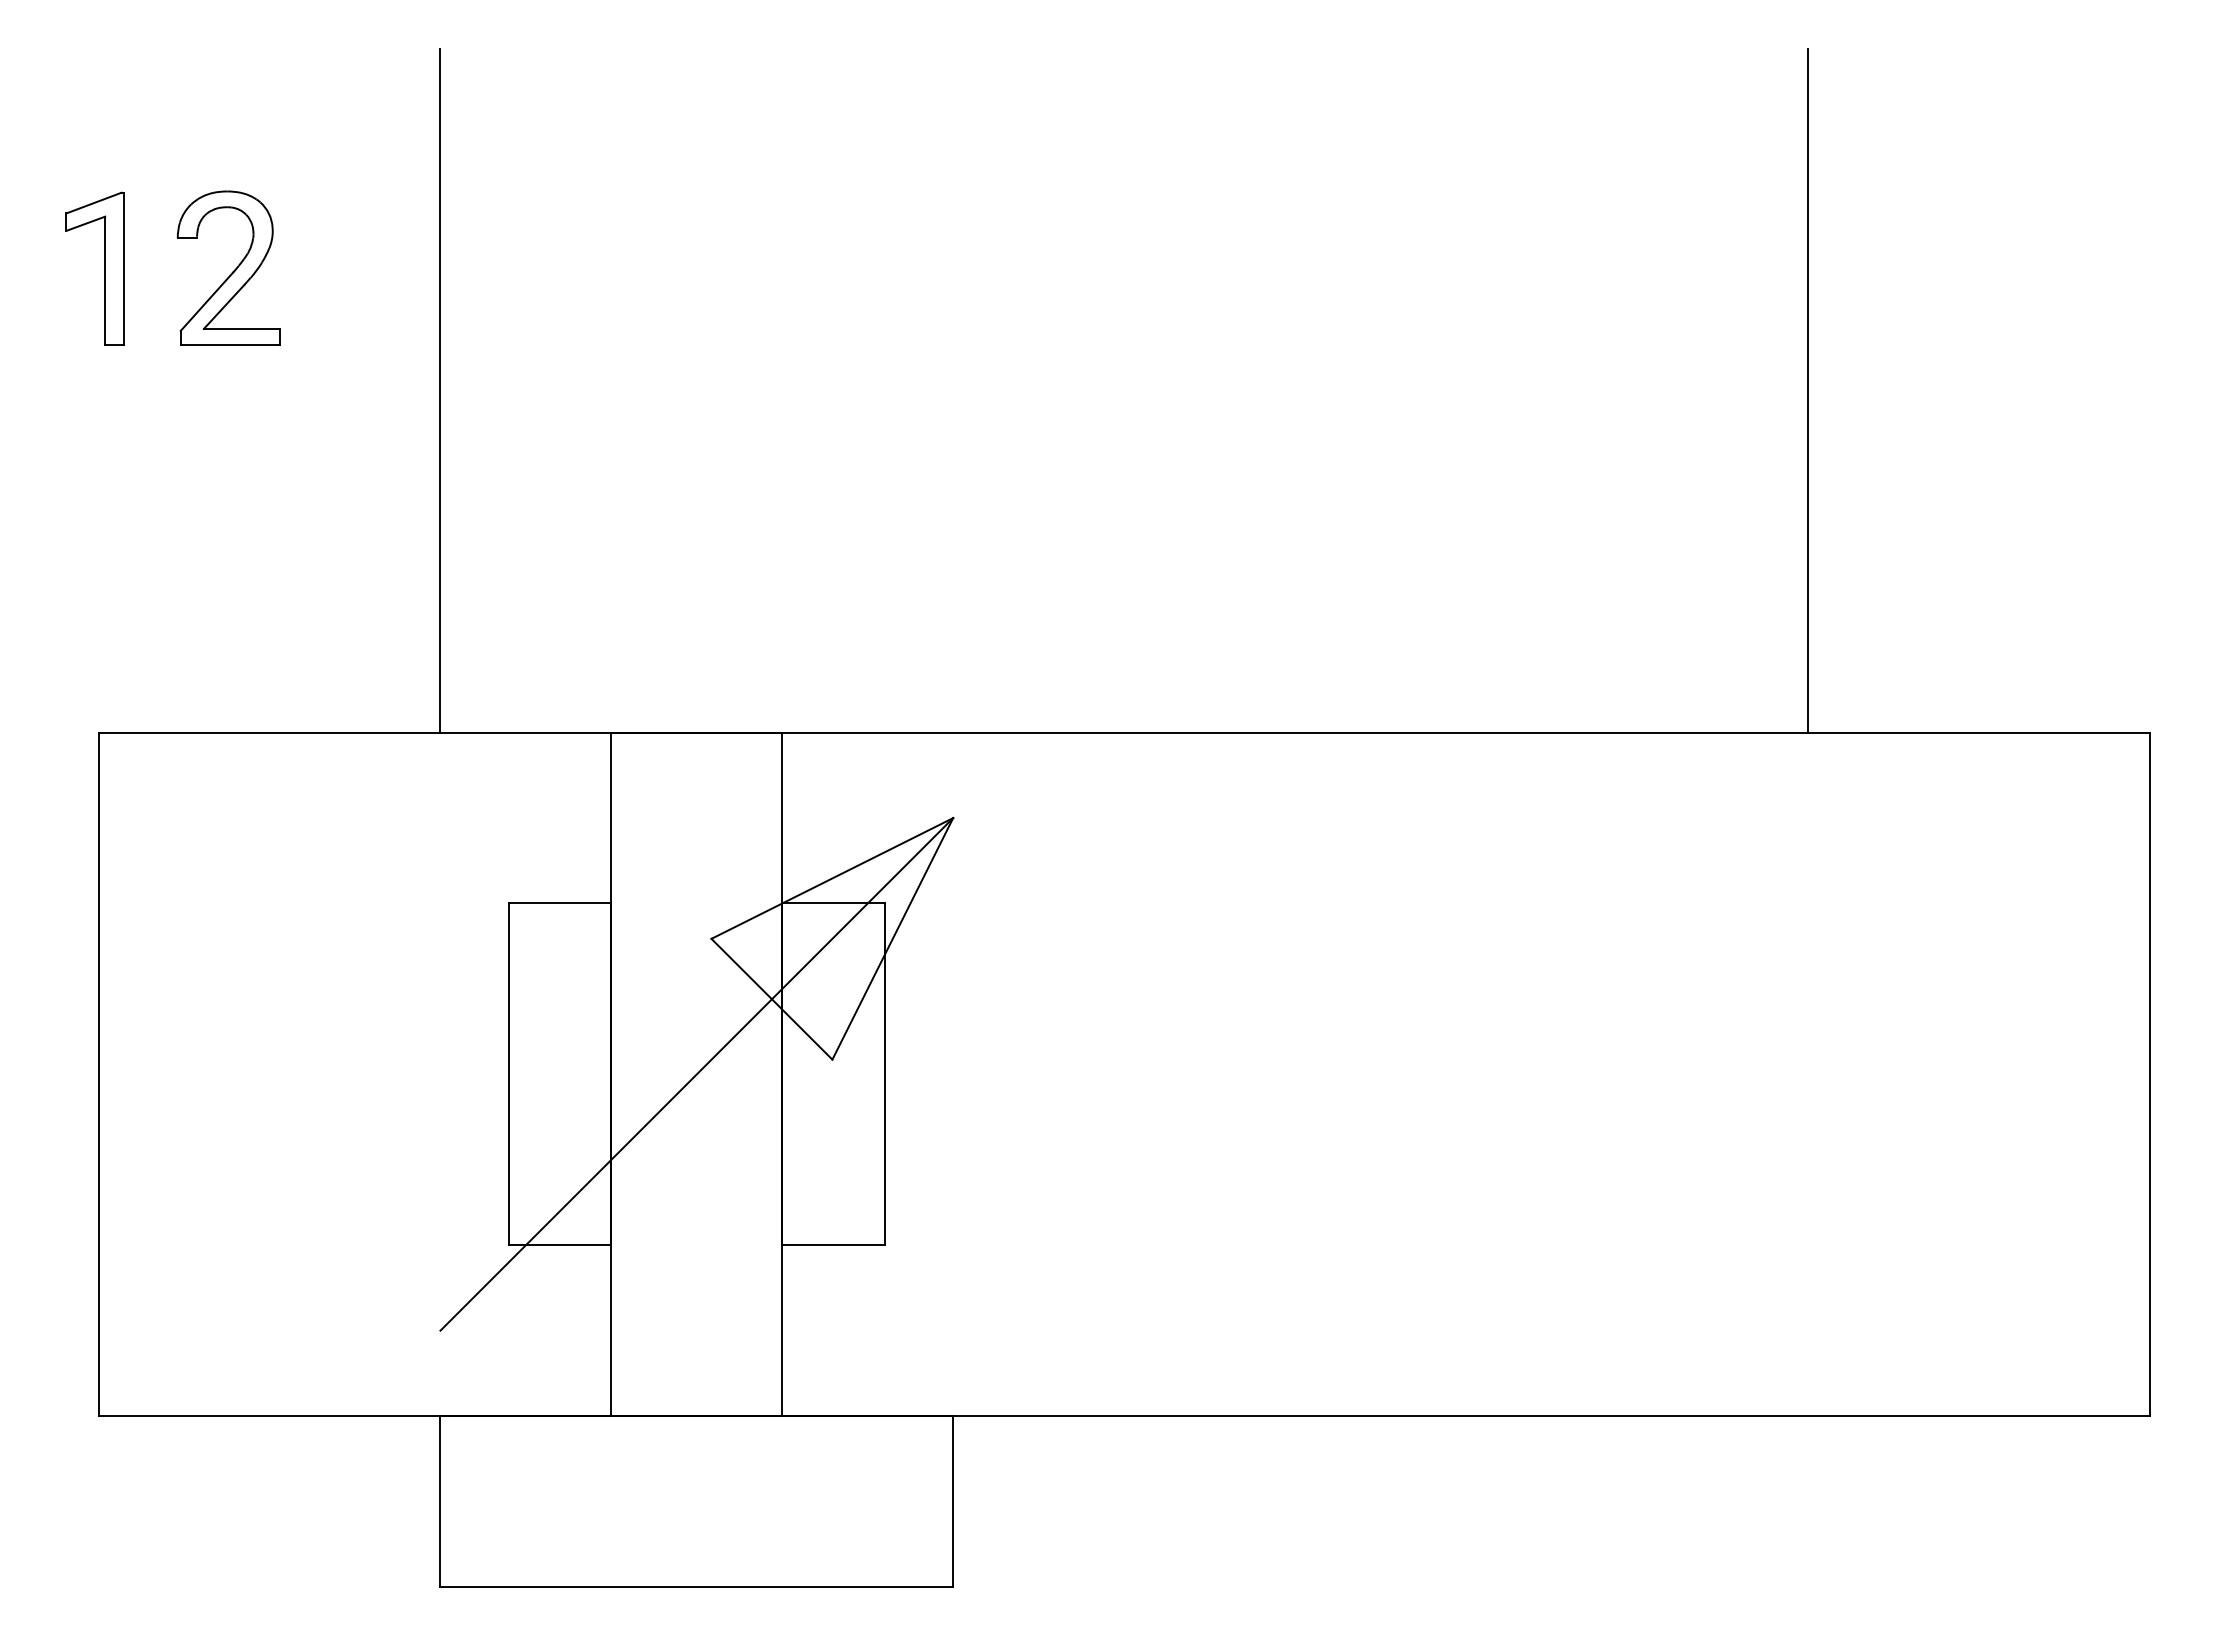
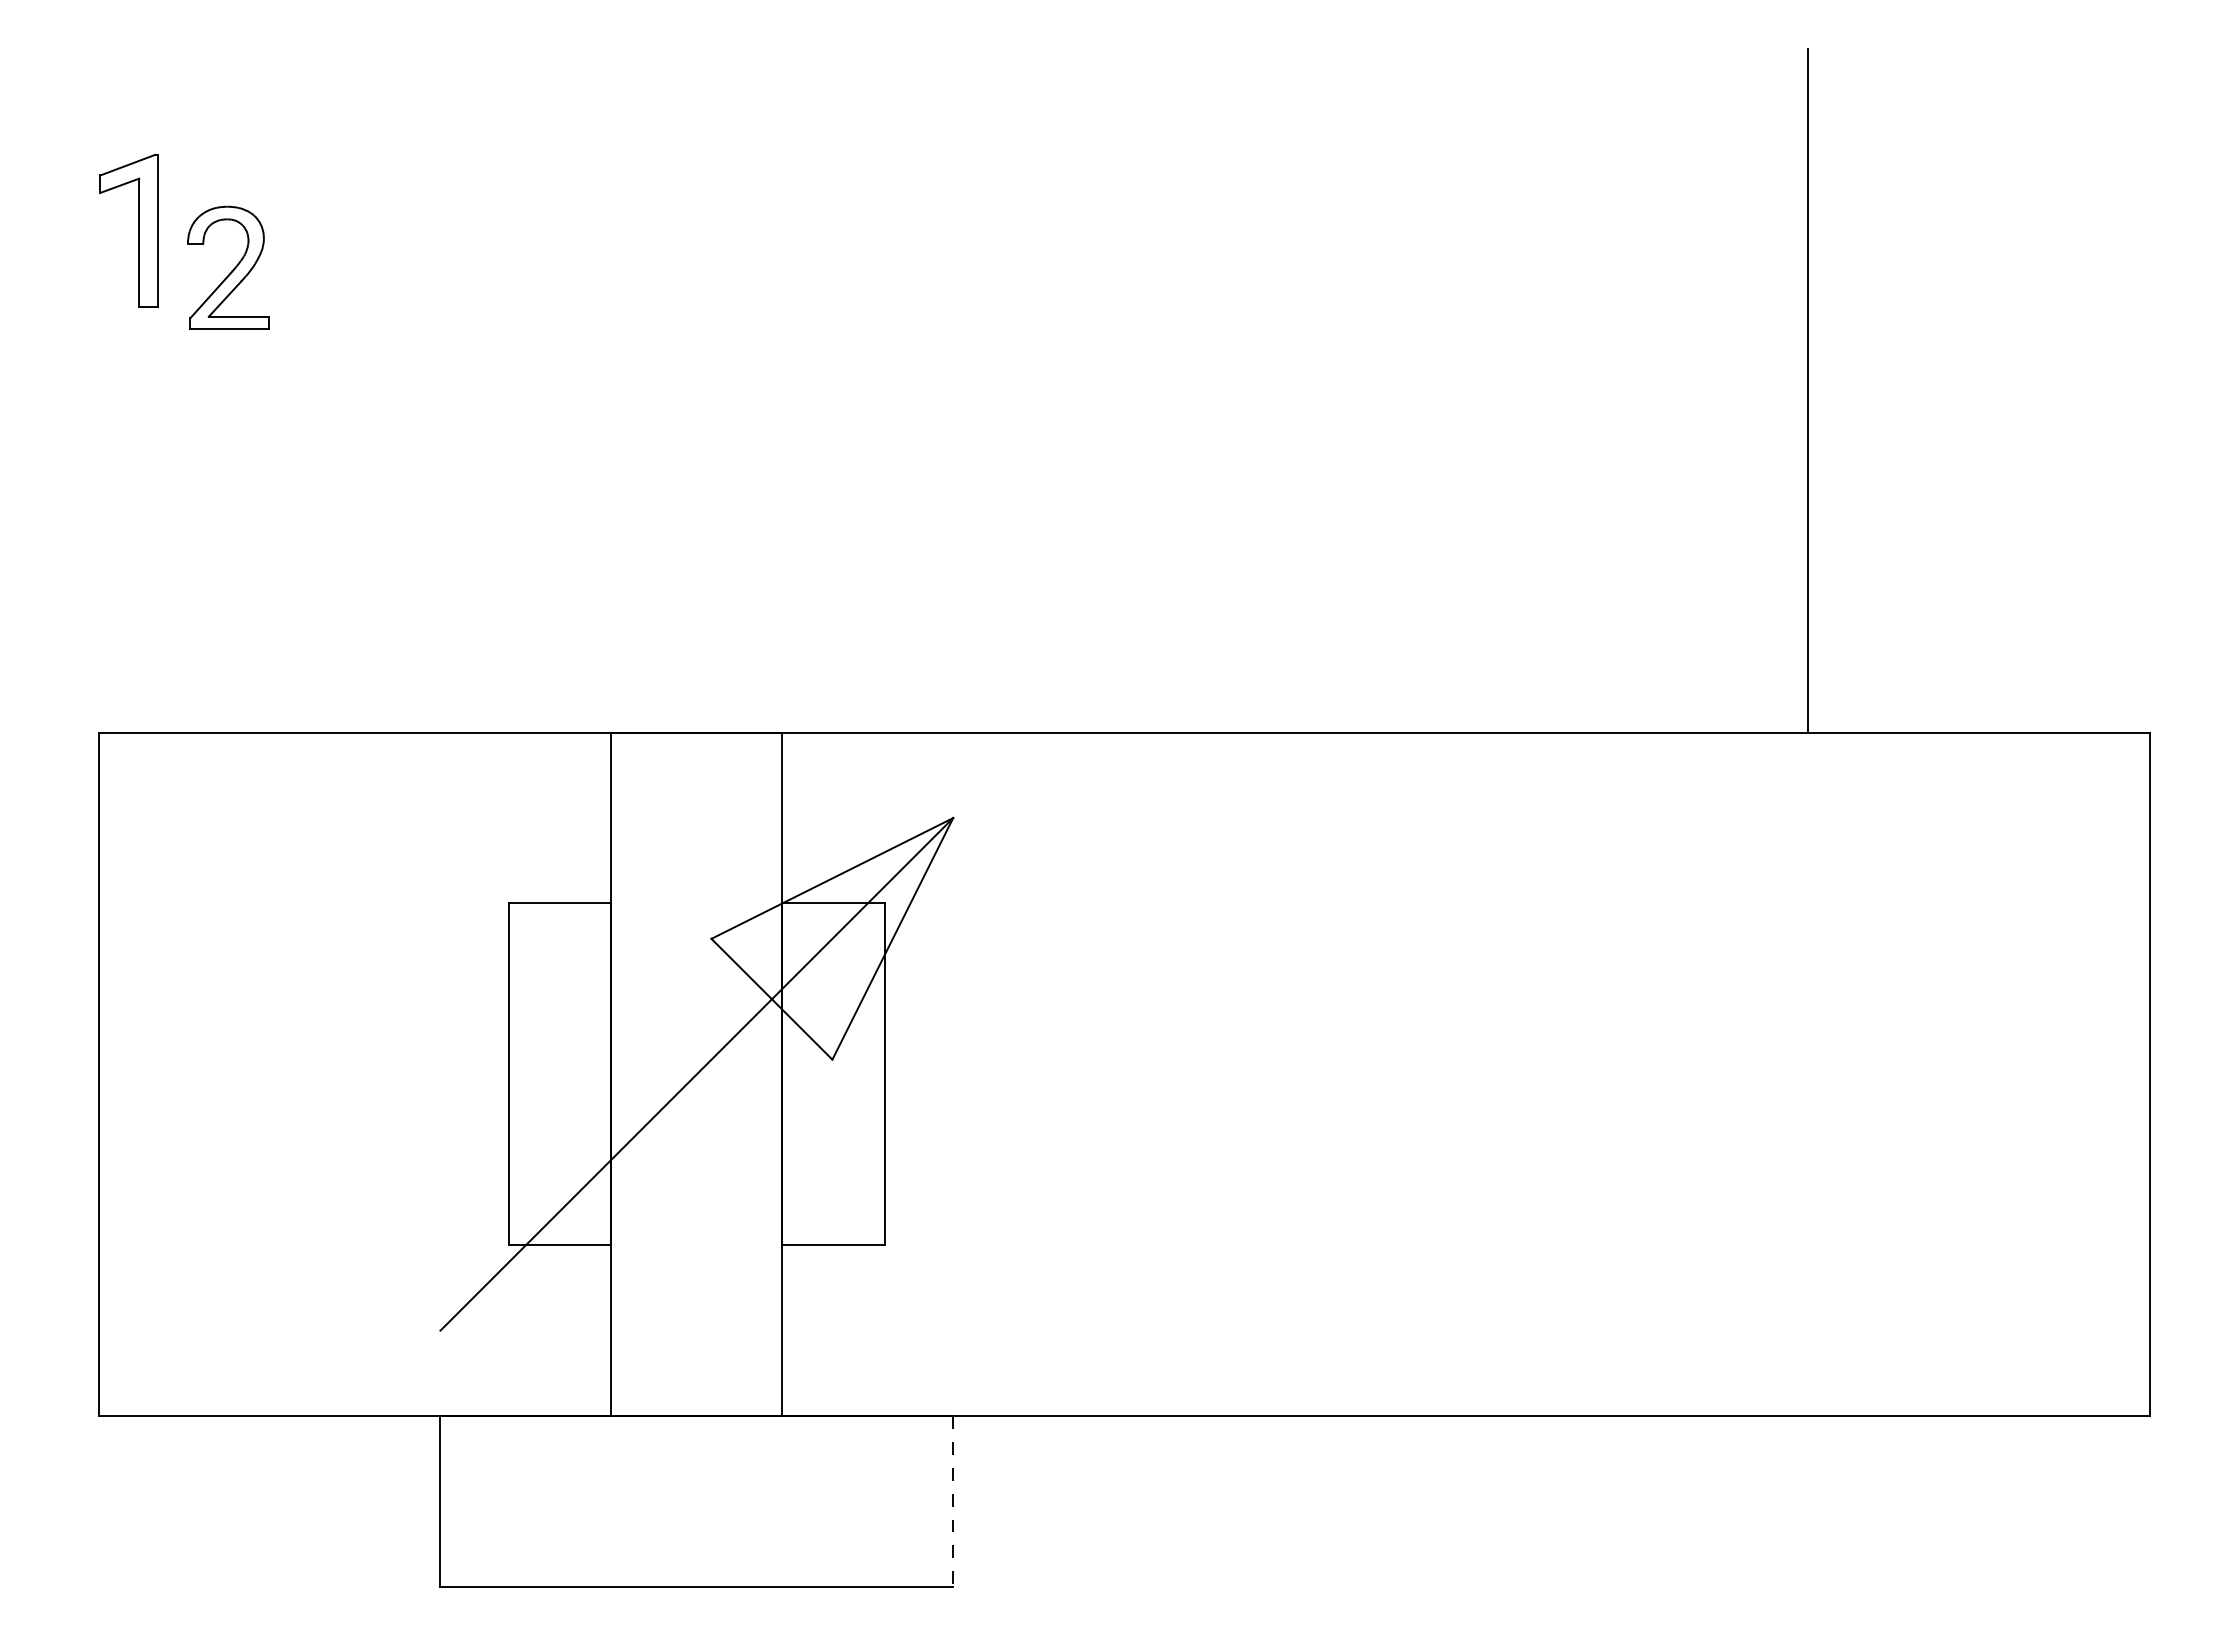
part at (228, 267) size: 105x156 px -> 83x125 px
part at (104, 268) position: (104, 268) -> (138, 230)
line at (440, 390): present -> none
line at (953, 1502): solid -> dashed
